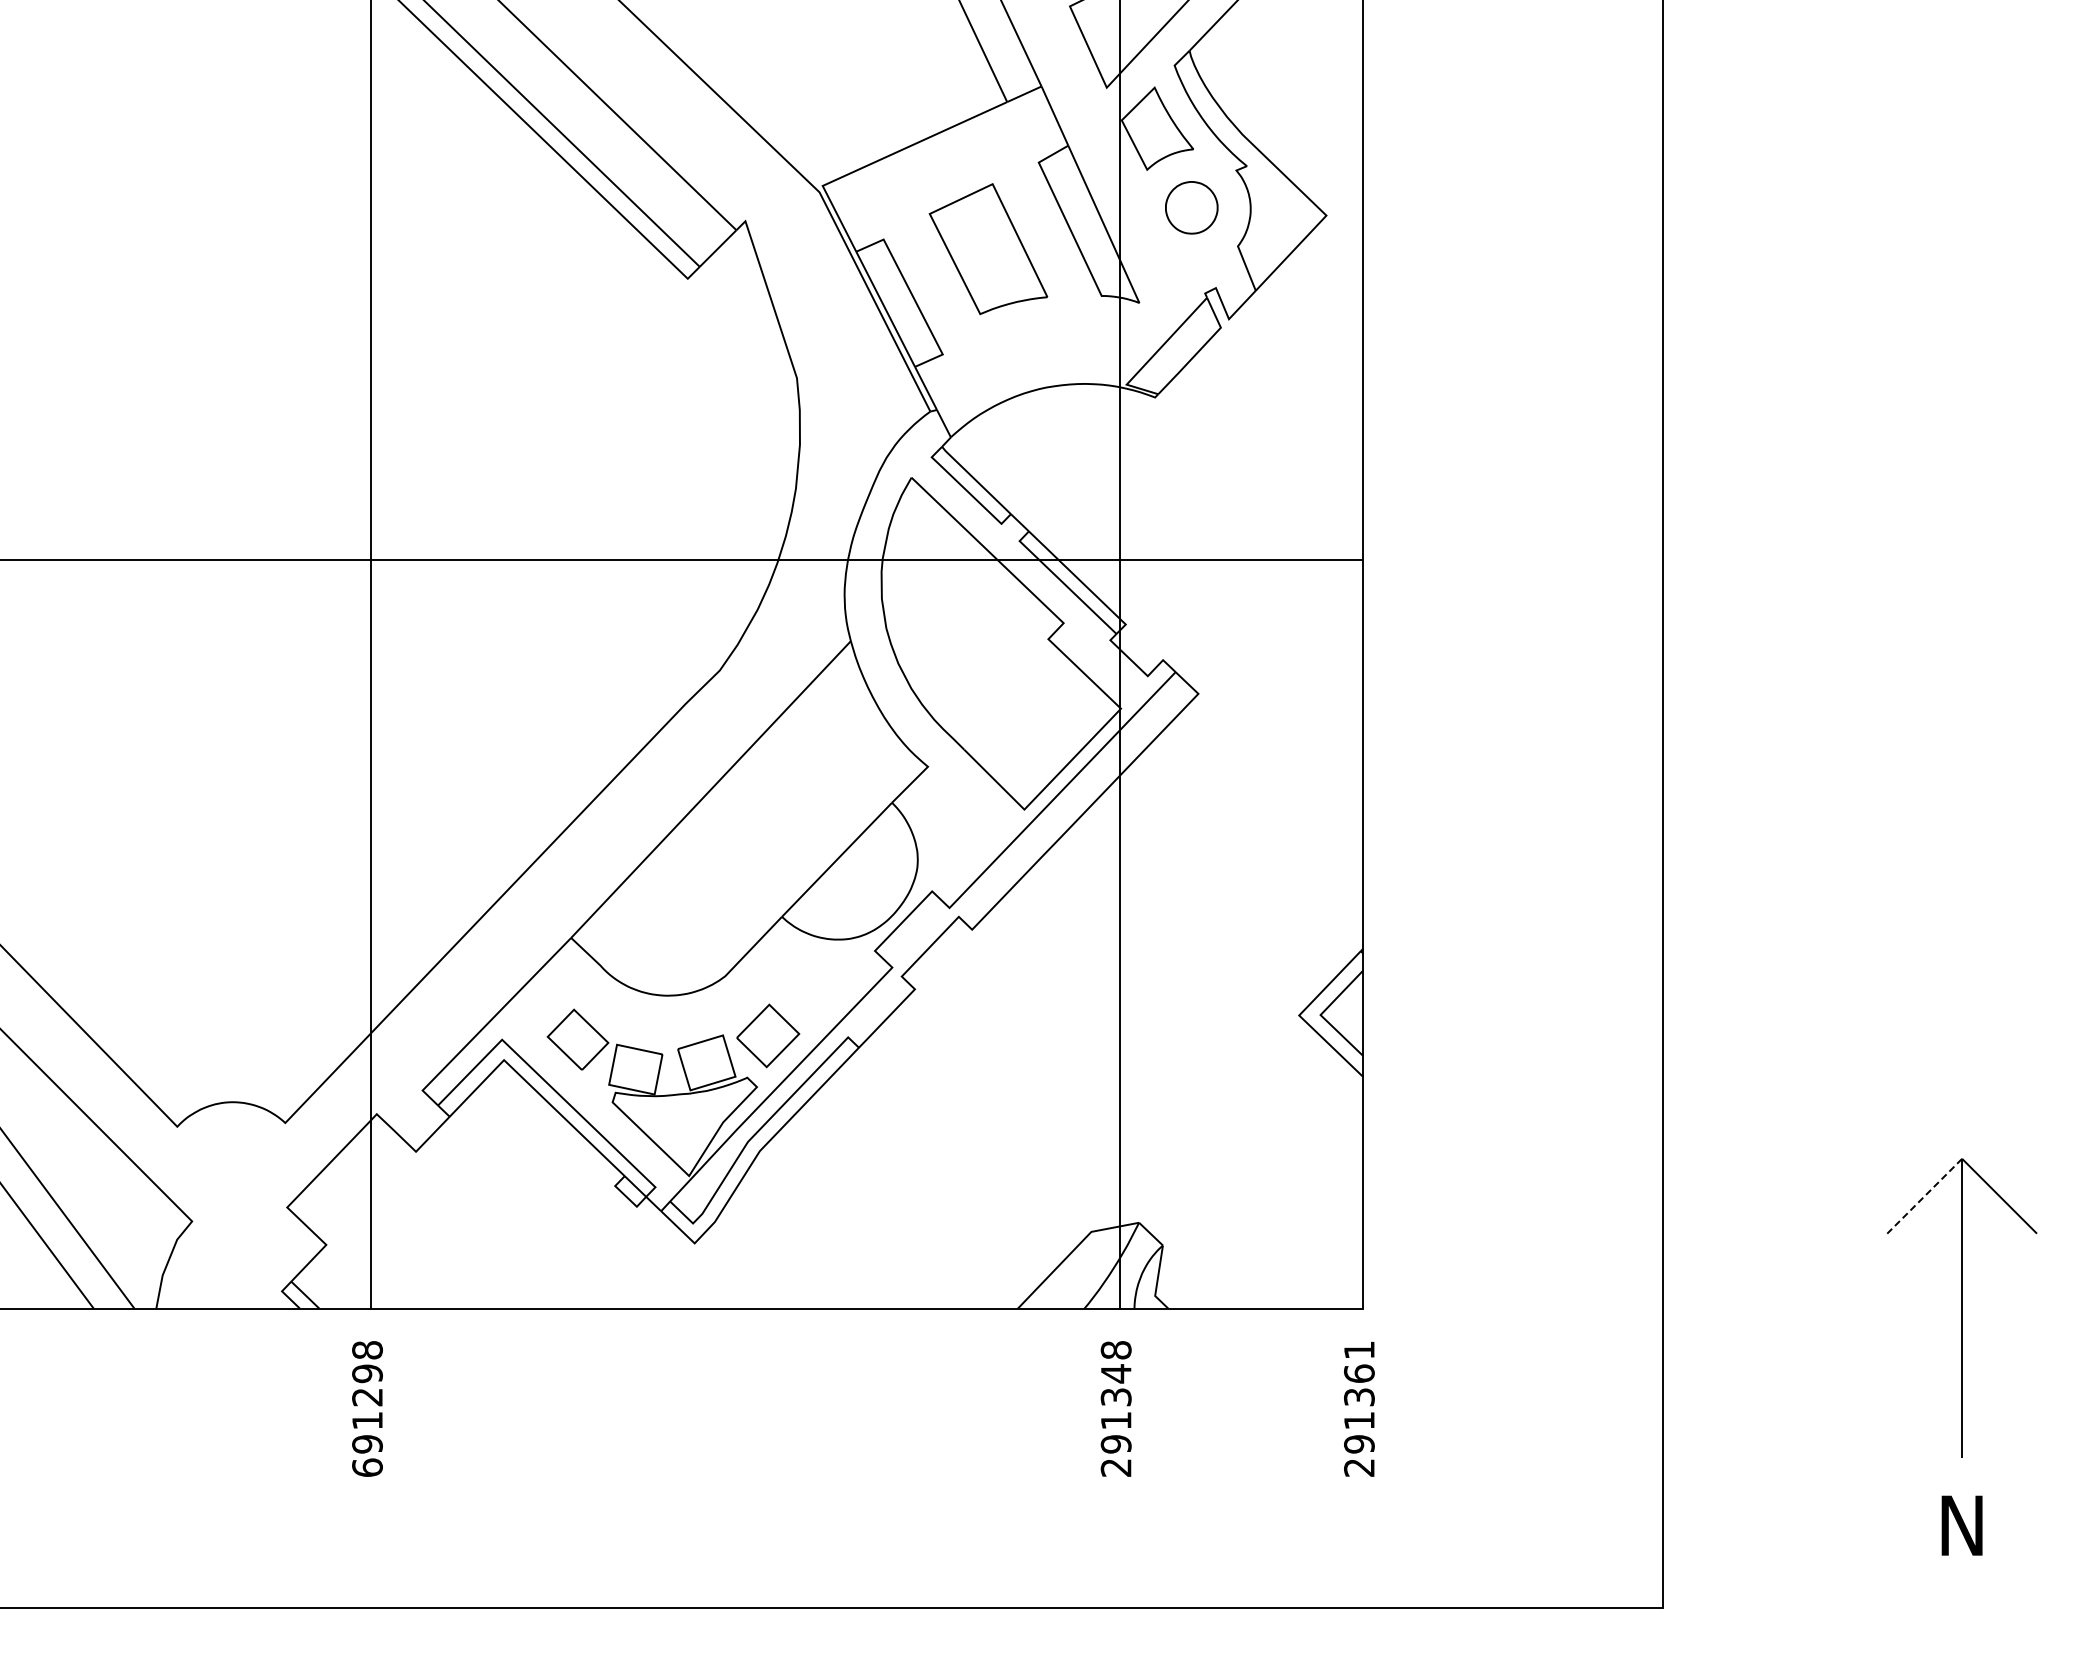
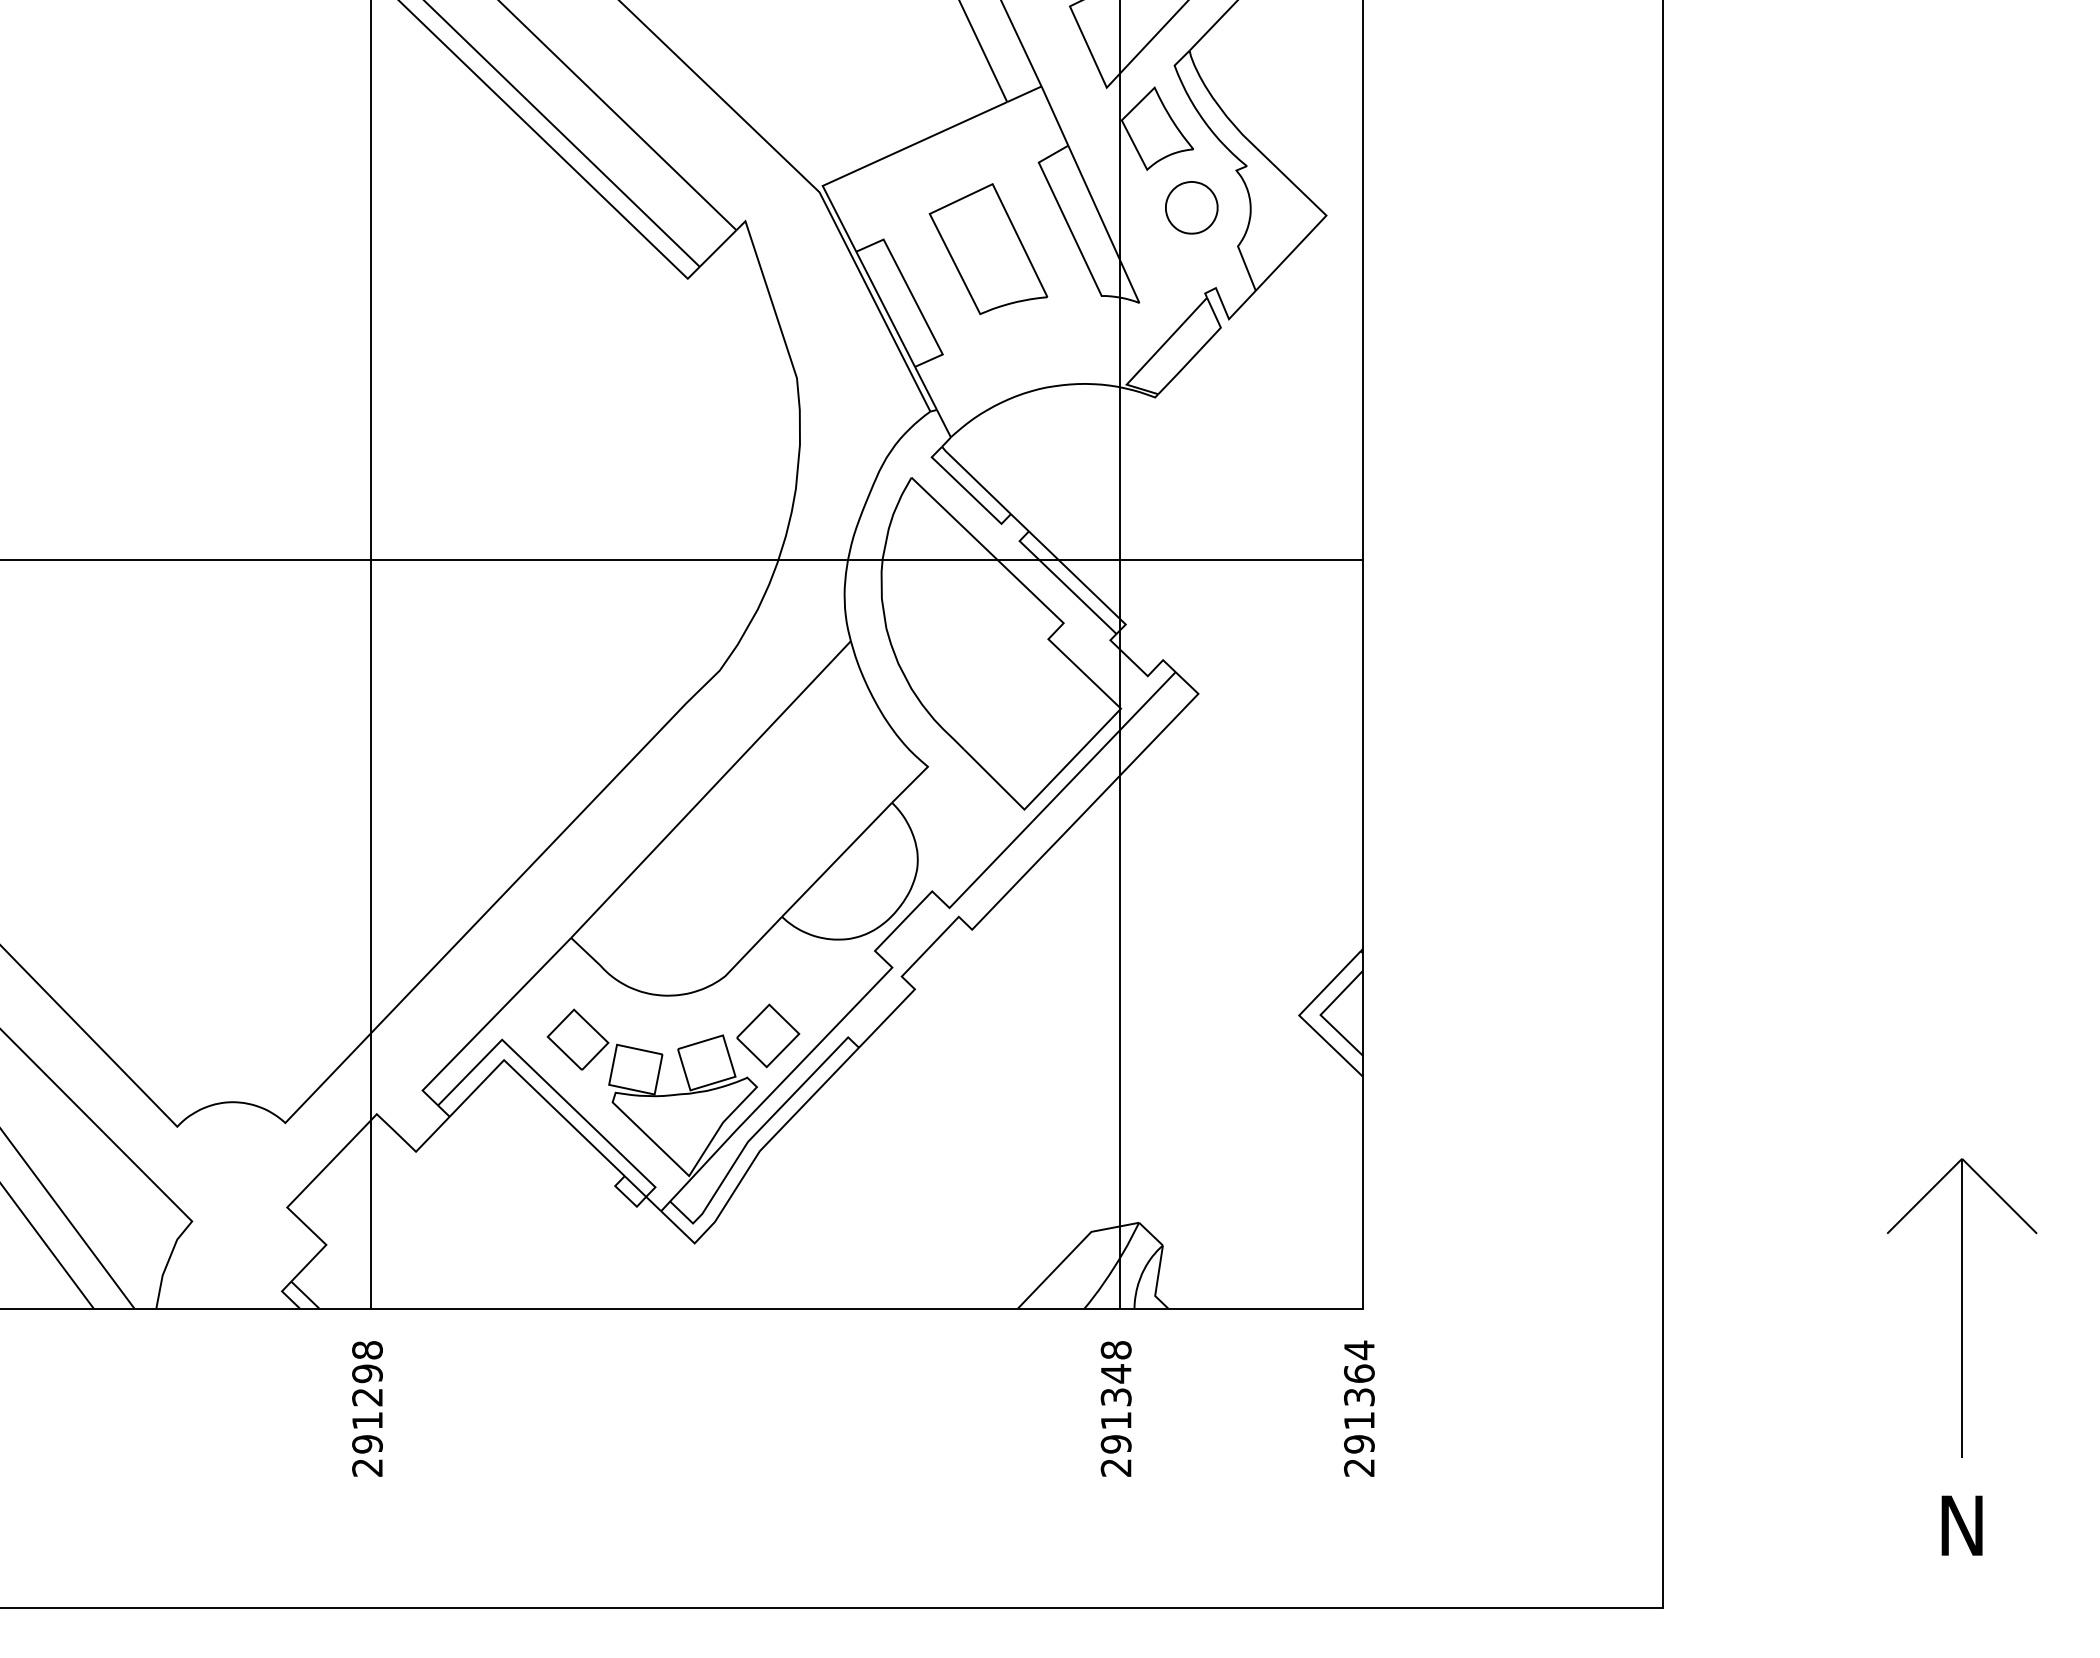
line at (1924, 1196): dashed -> solid
text at (1359, 1350): 291361 -> 291364
text at (367, 1467): 691298 -> 291298
